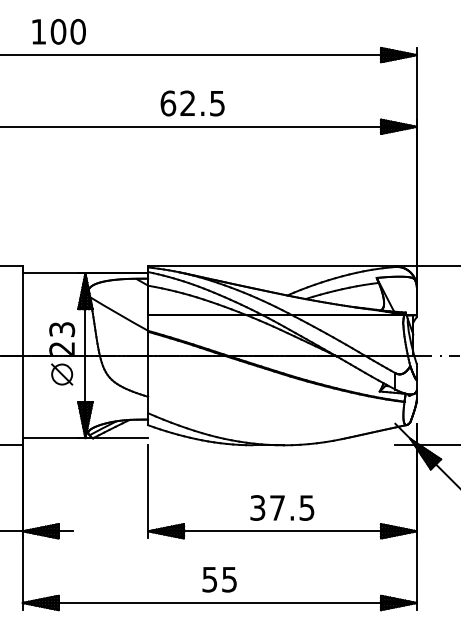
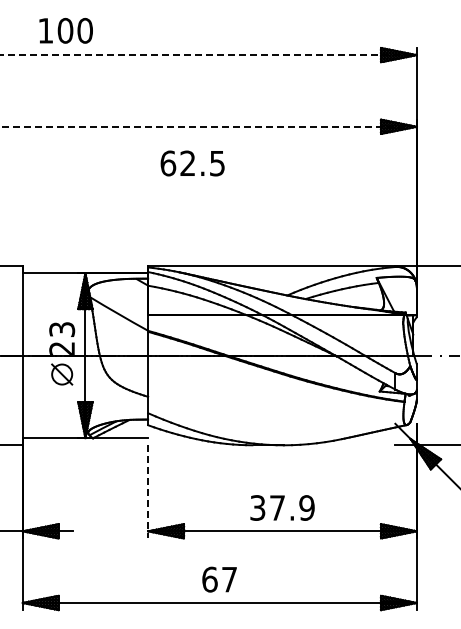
text at (58, 31) position: (58, 31) -> (65, 30)
line at (208, 55): solid -> dashed
text at (192, 103) position: (192, 103) -> (192, 163)
line at (208, 126): solid -> dashed
line at (148, 491): solid -> dashed
text at (306, 507): 37.5 -> 37.9
text at (219, 579): 55 -> 67
